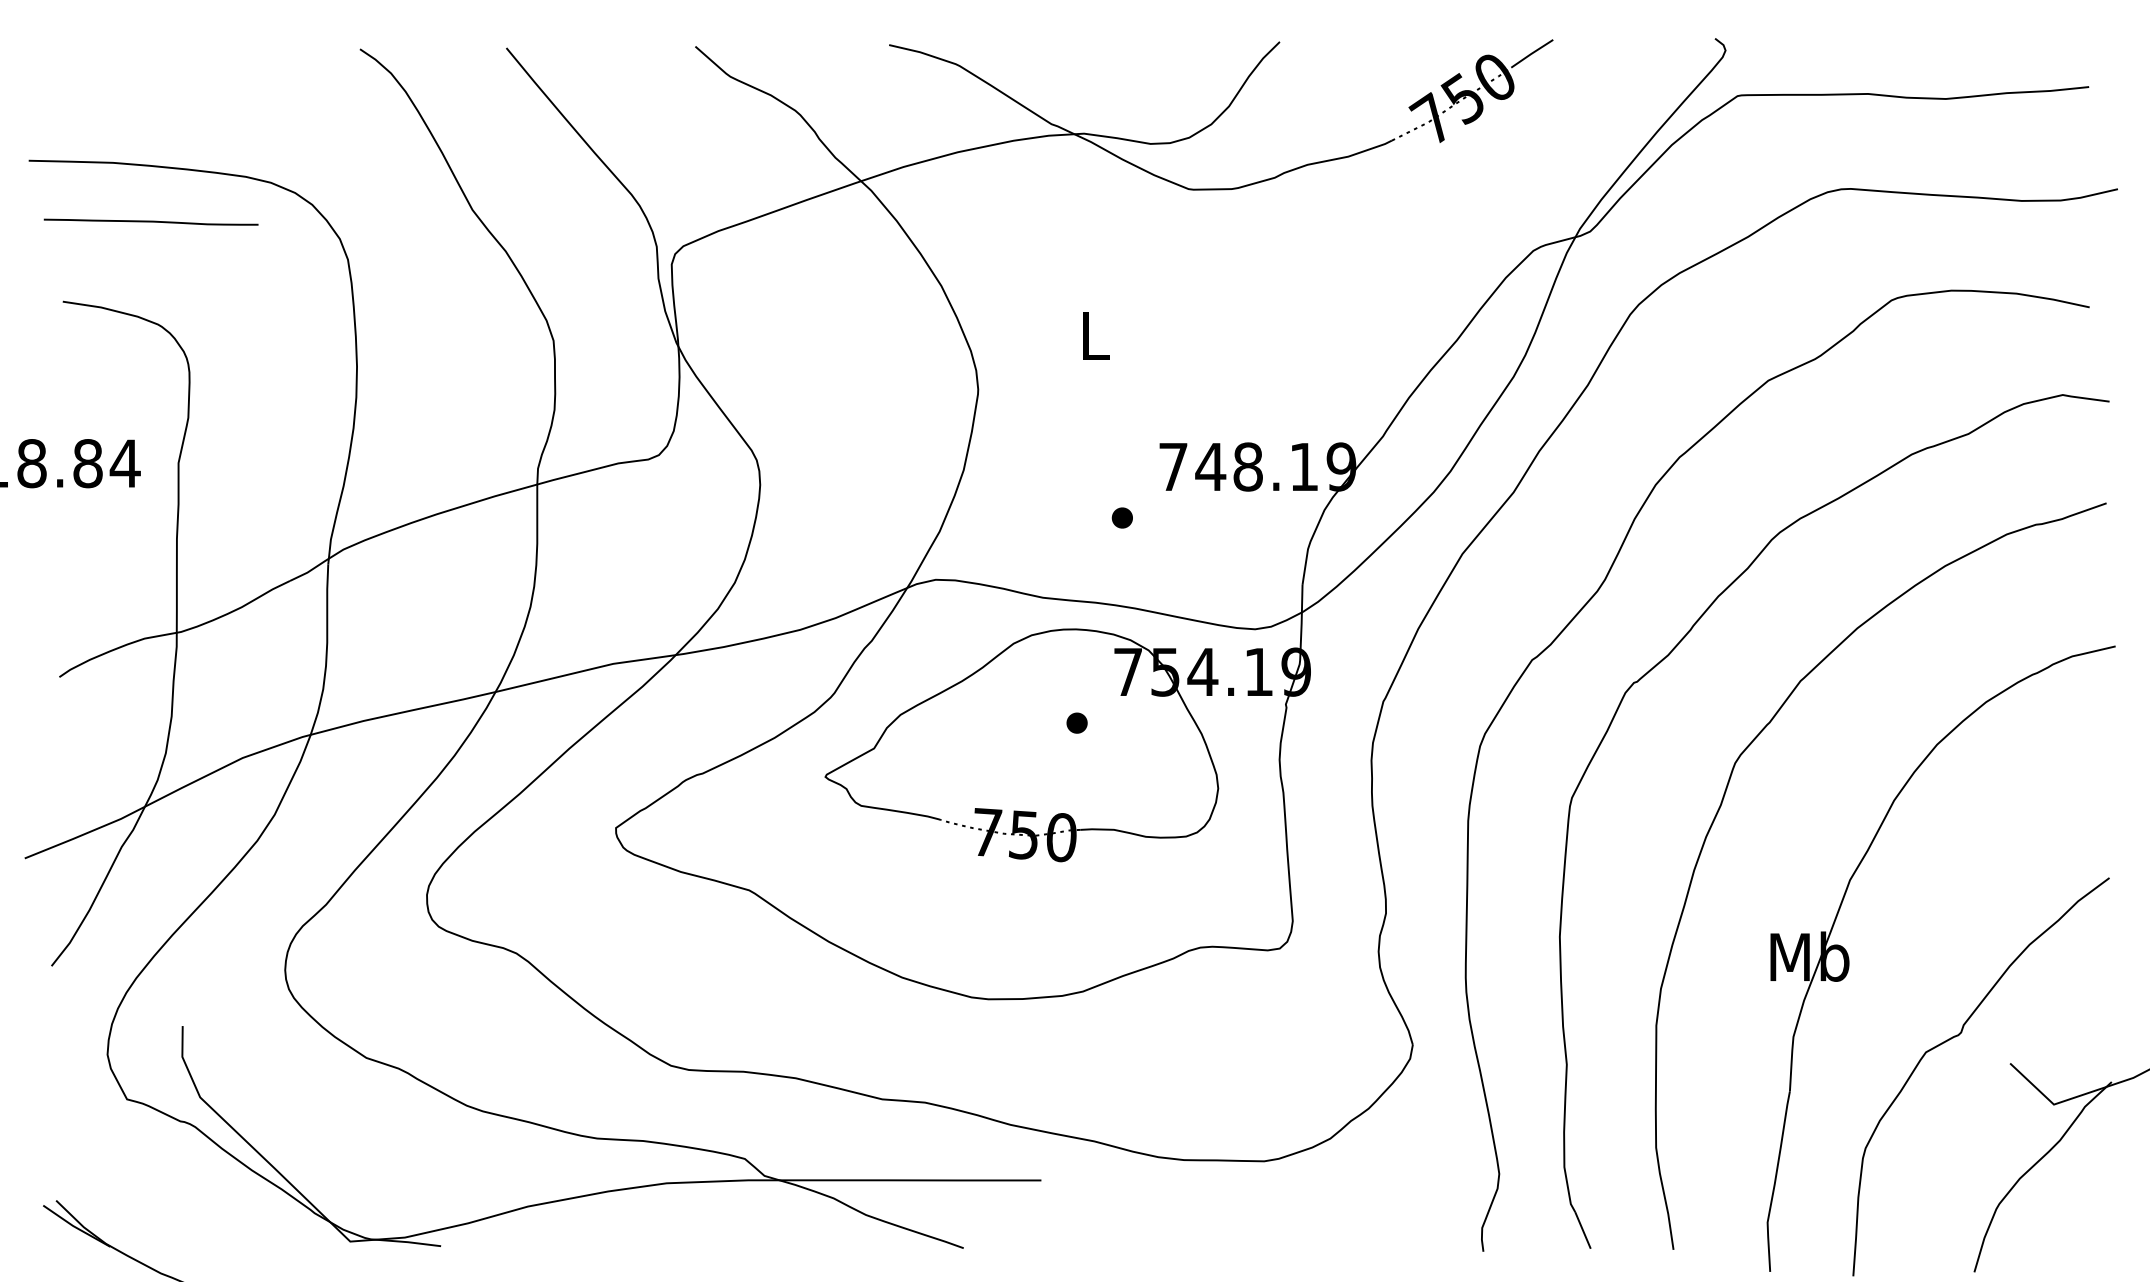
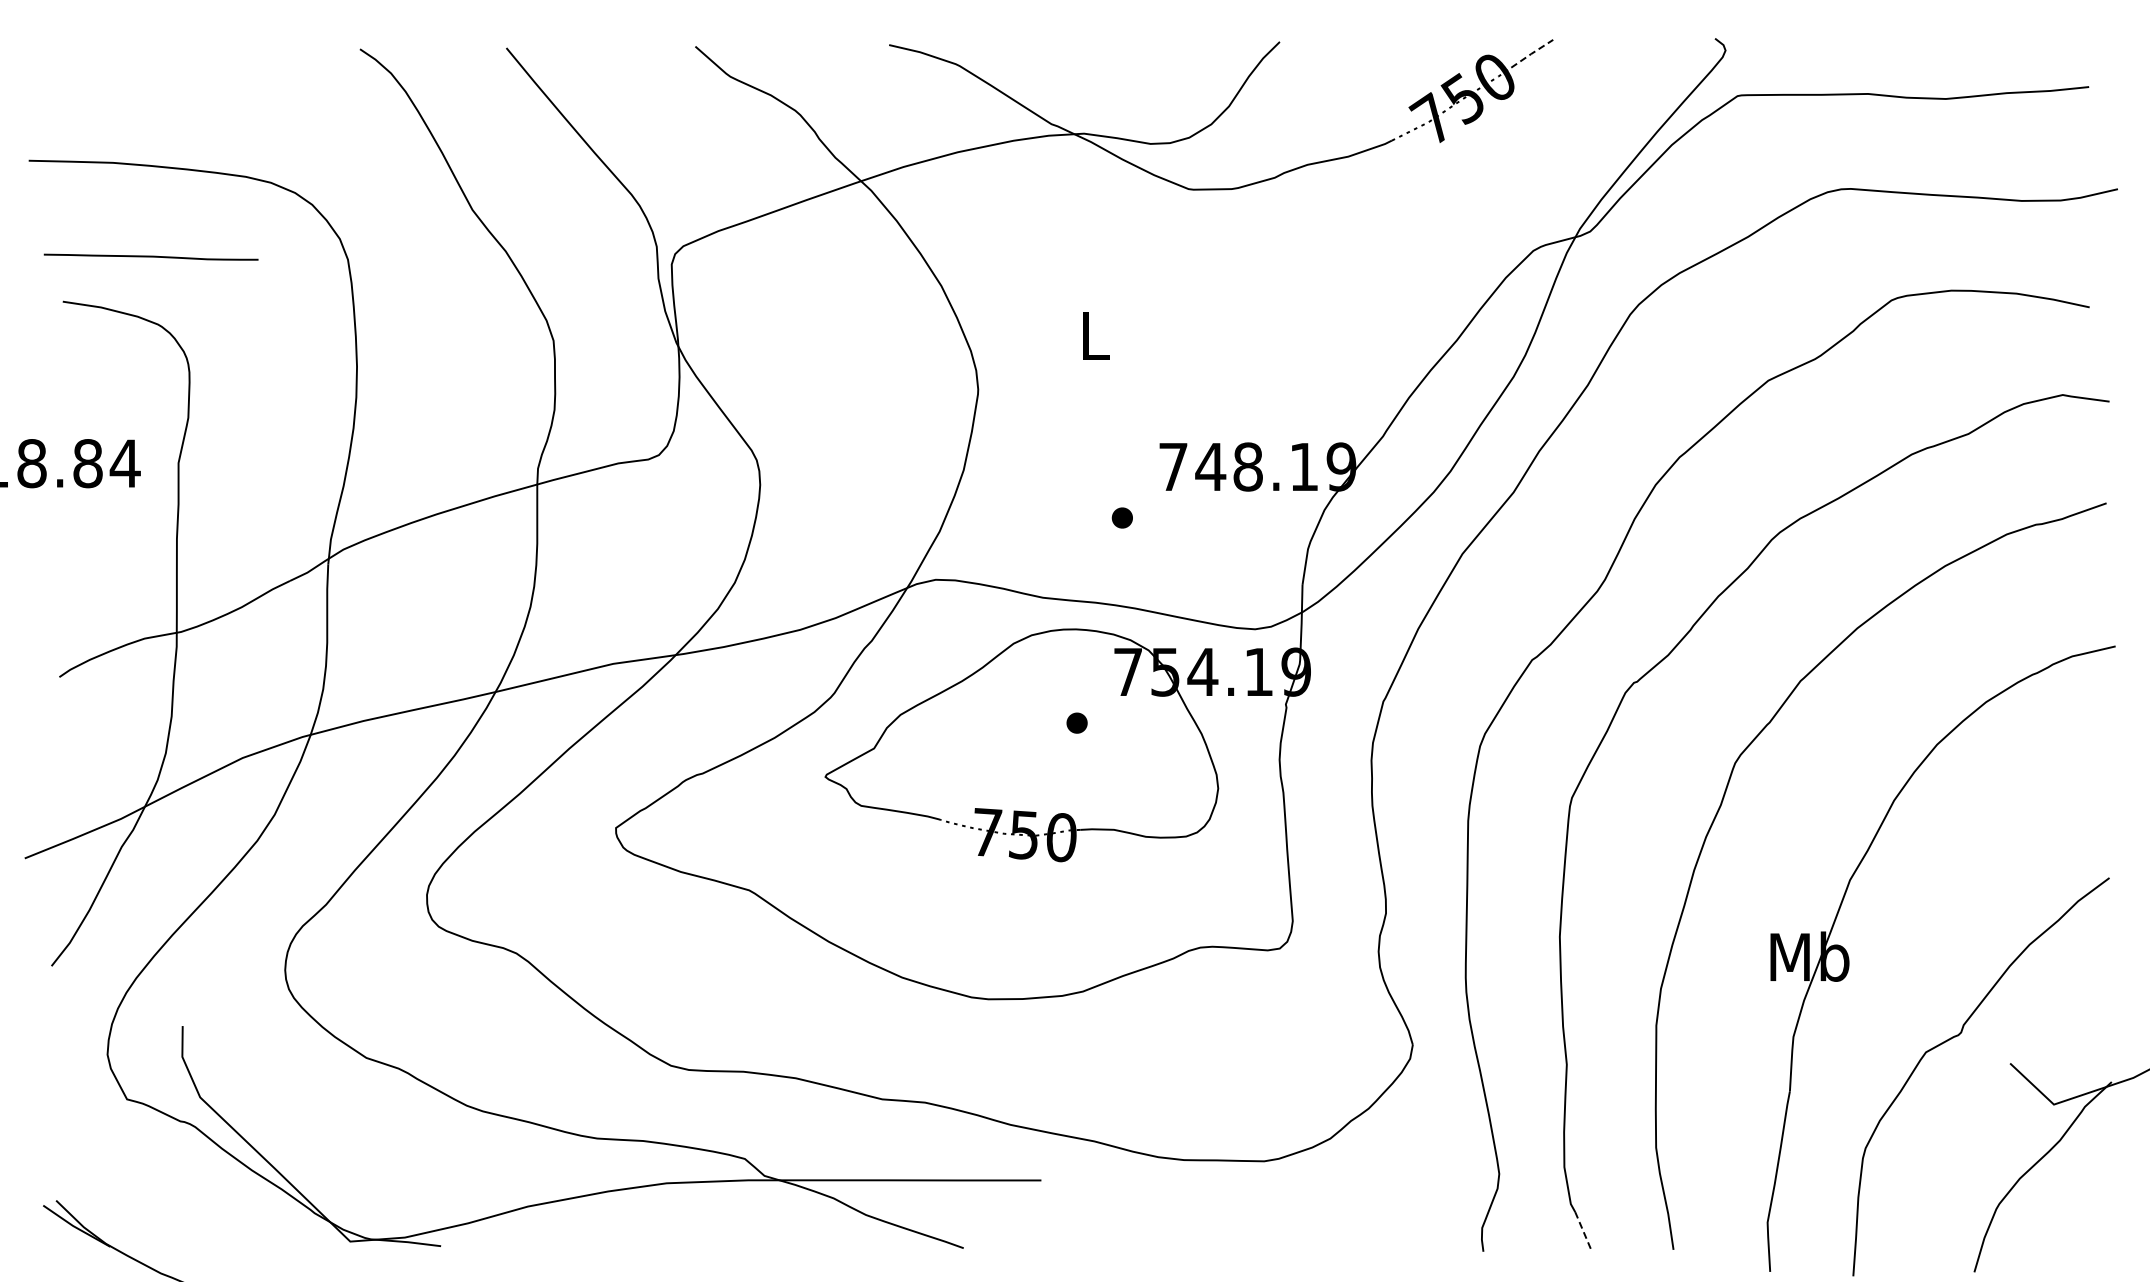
line at (1532, 53): solid -> dashed
curve at (150, 221) position: (150, 221) -> (150, 256)
line at (1583, 1230): solid -> dashed
